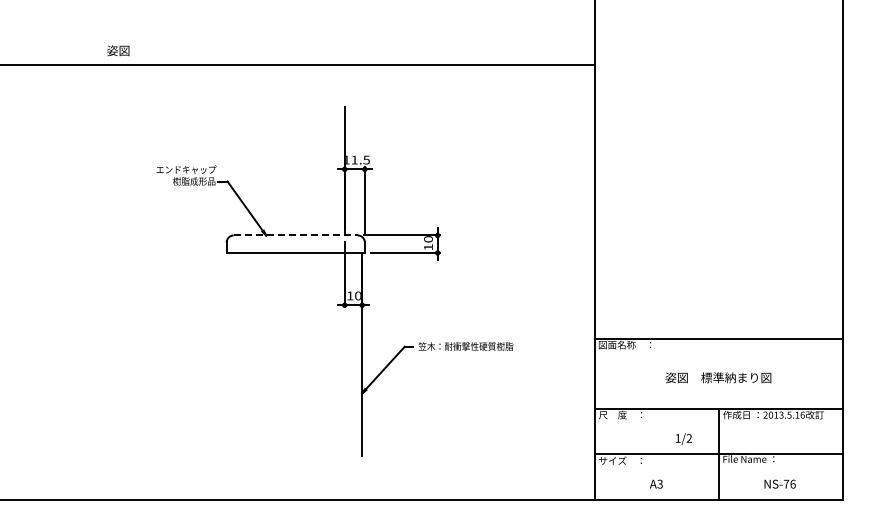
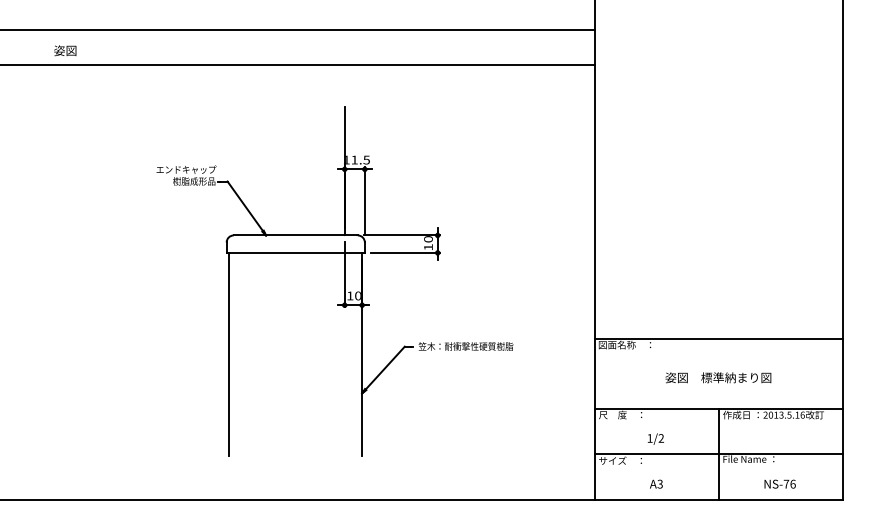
line at (298, 30): none -> present
text at (118, 50) position: (118, 50) -> (65, 50)
line at (296, 235): dashed -> solid
line at (229, 353): none -> present
text at (683, 438) position: (683, 438) -> (655, 438)
